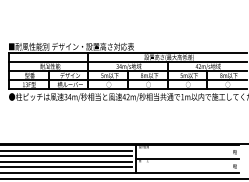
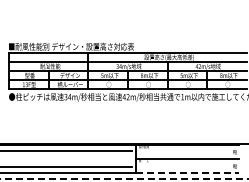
line at (66, 156): present -> none
line at (66, 161): present -> none
line at (187, 172): solid -> dashed
line at (124, 178): solid -> dashed
